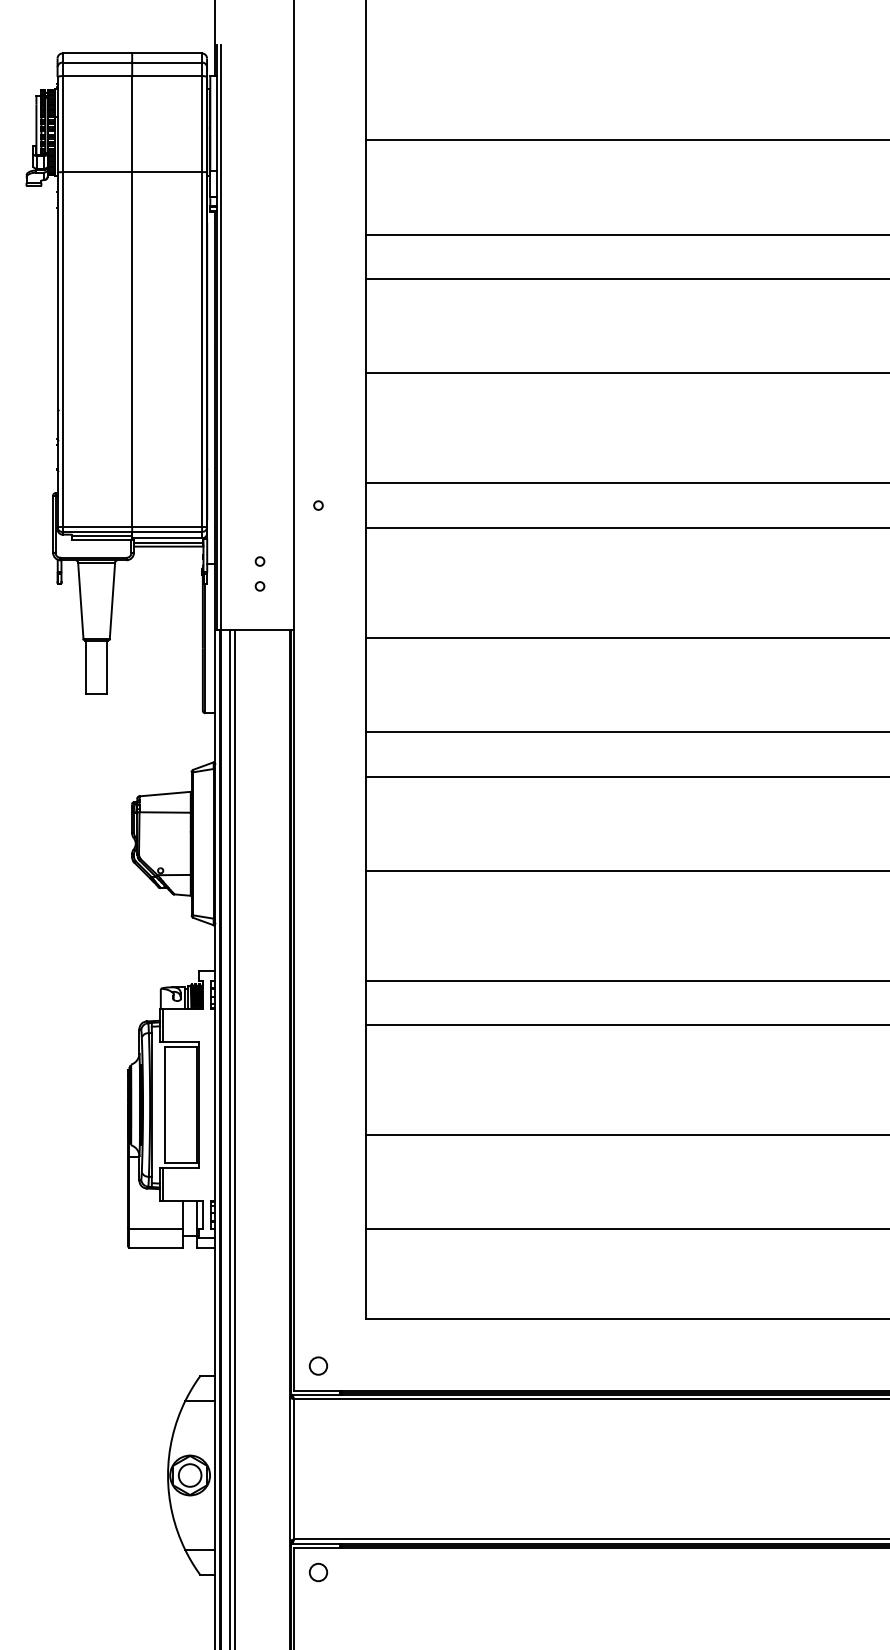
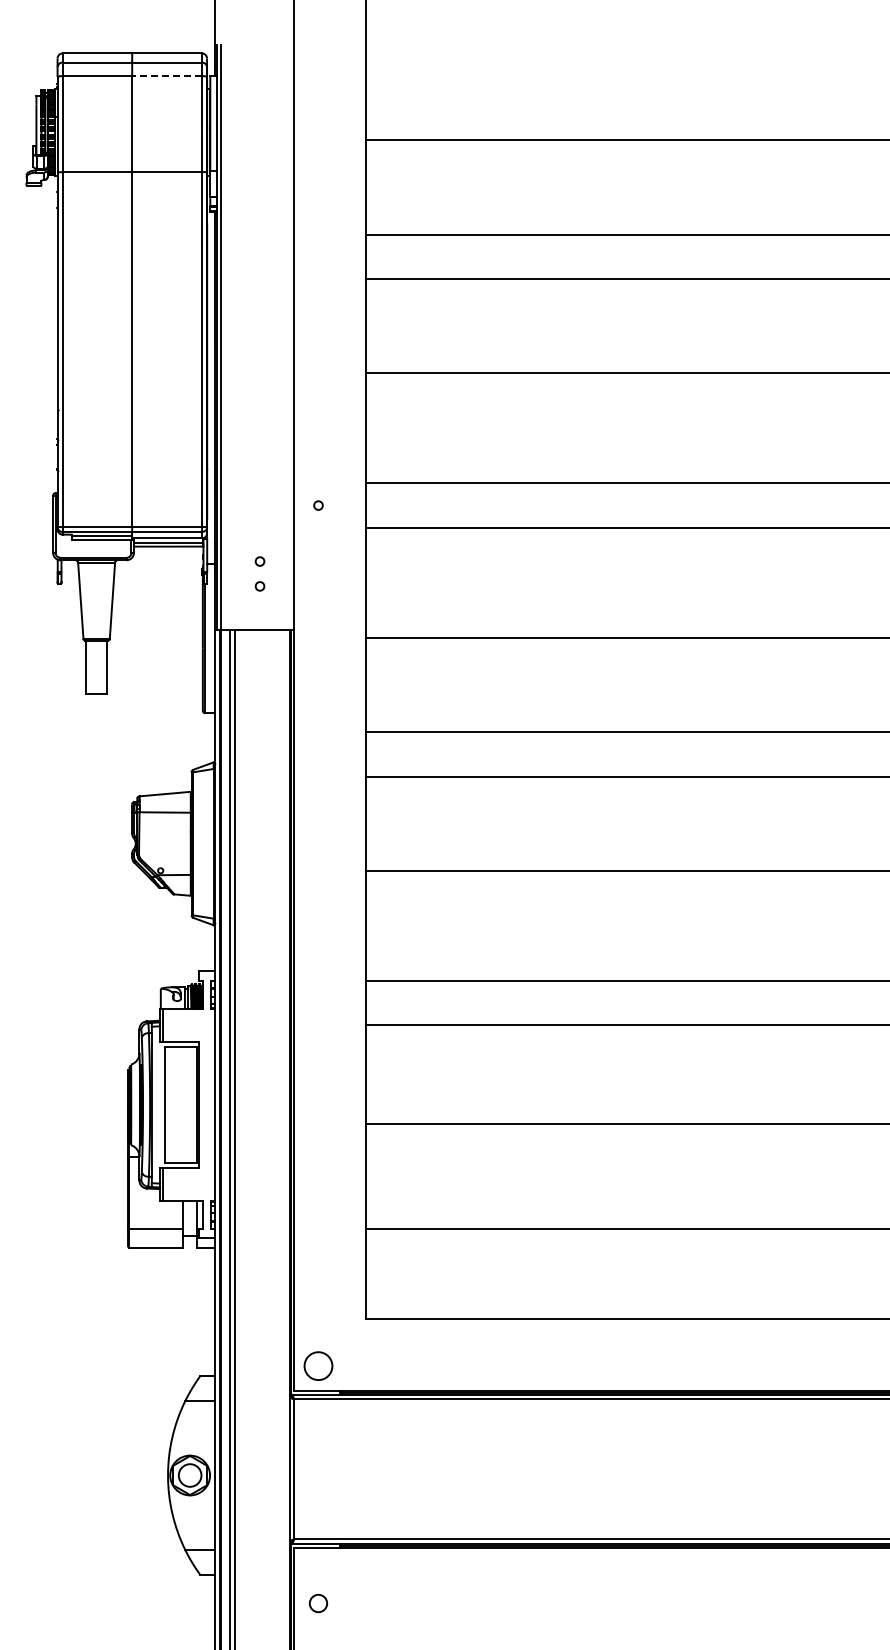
line at (167, 76): solid -> dashed
line at (625, 1135) position: (625, 1135) -> (625, 1124)
circle at (318, 1365) size: 21x20 px -> 31x30 px
circle at (318, 1572) position: (318, 1572) -> (318, 1603)
